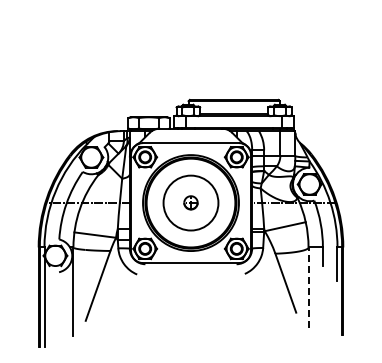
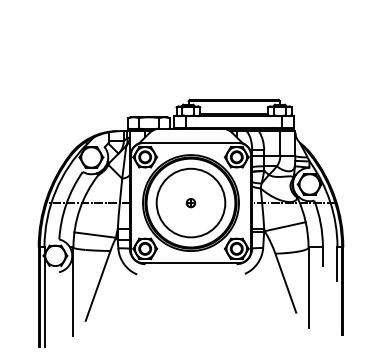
circle at (190, 202) diameter: 55 px -> 69 px
part at (190, 202) size: 16x16 px -> 12x11 px
line at (308, 287): dashed -> solid
